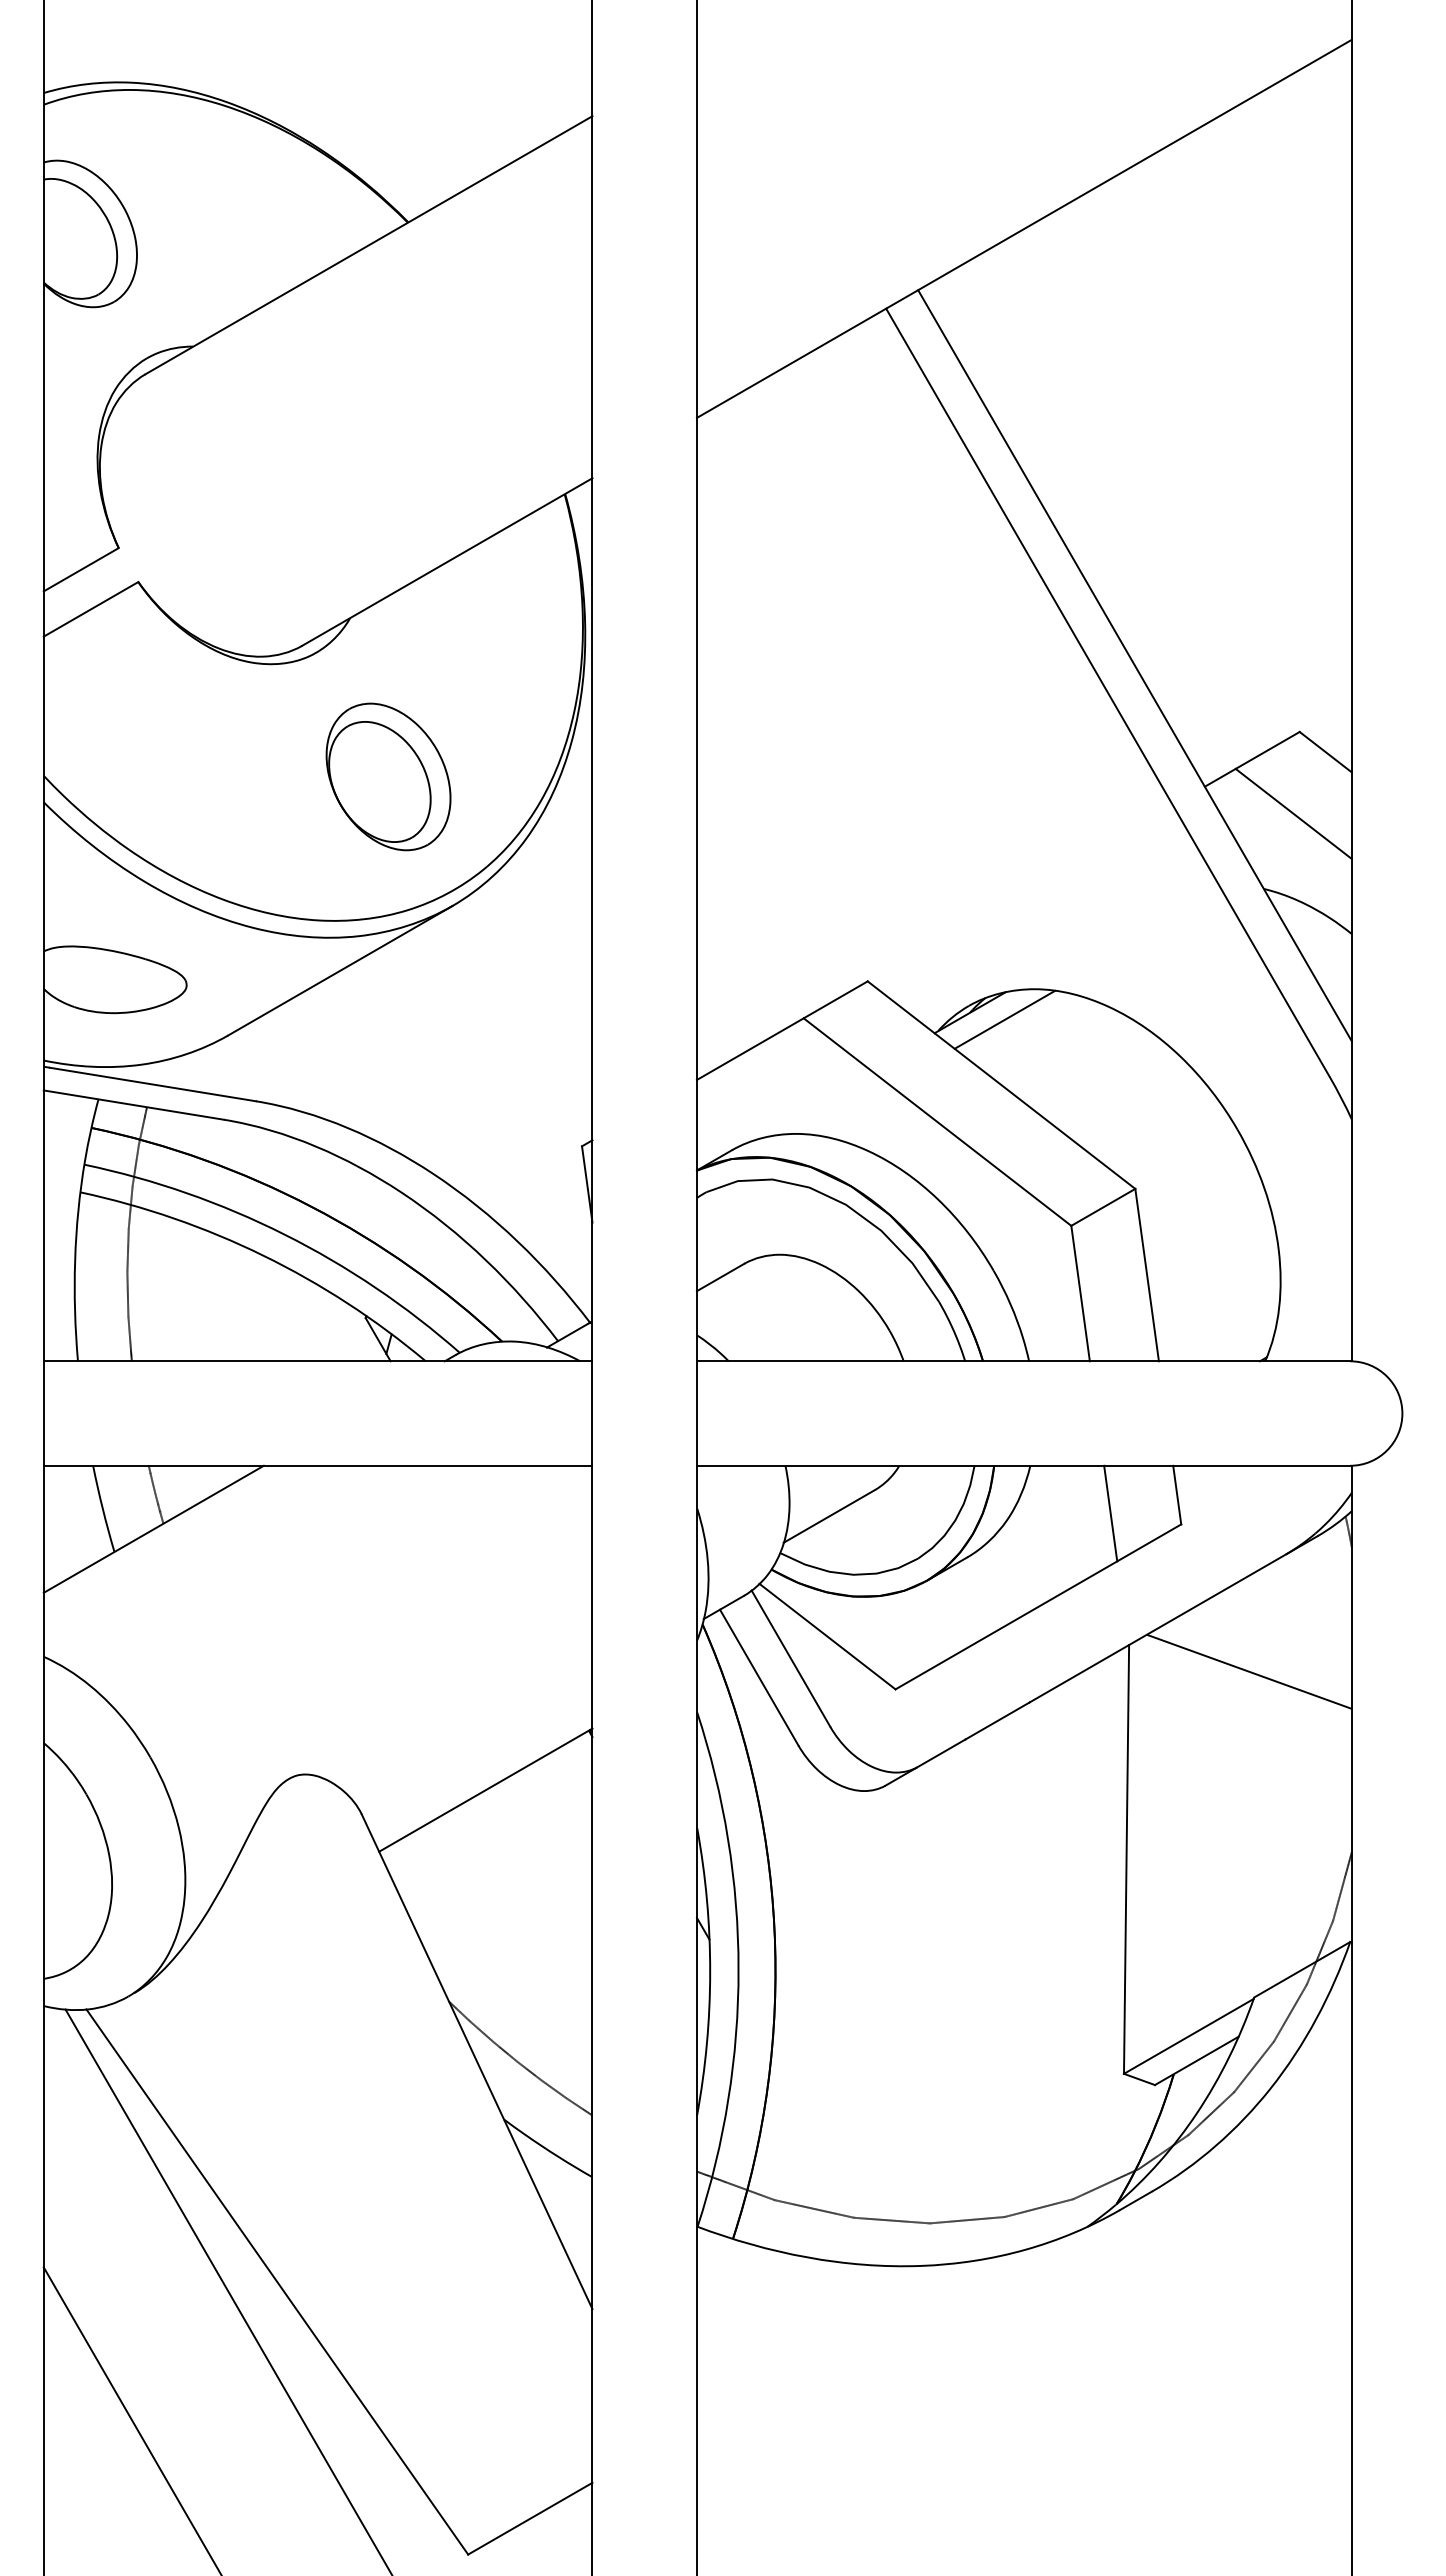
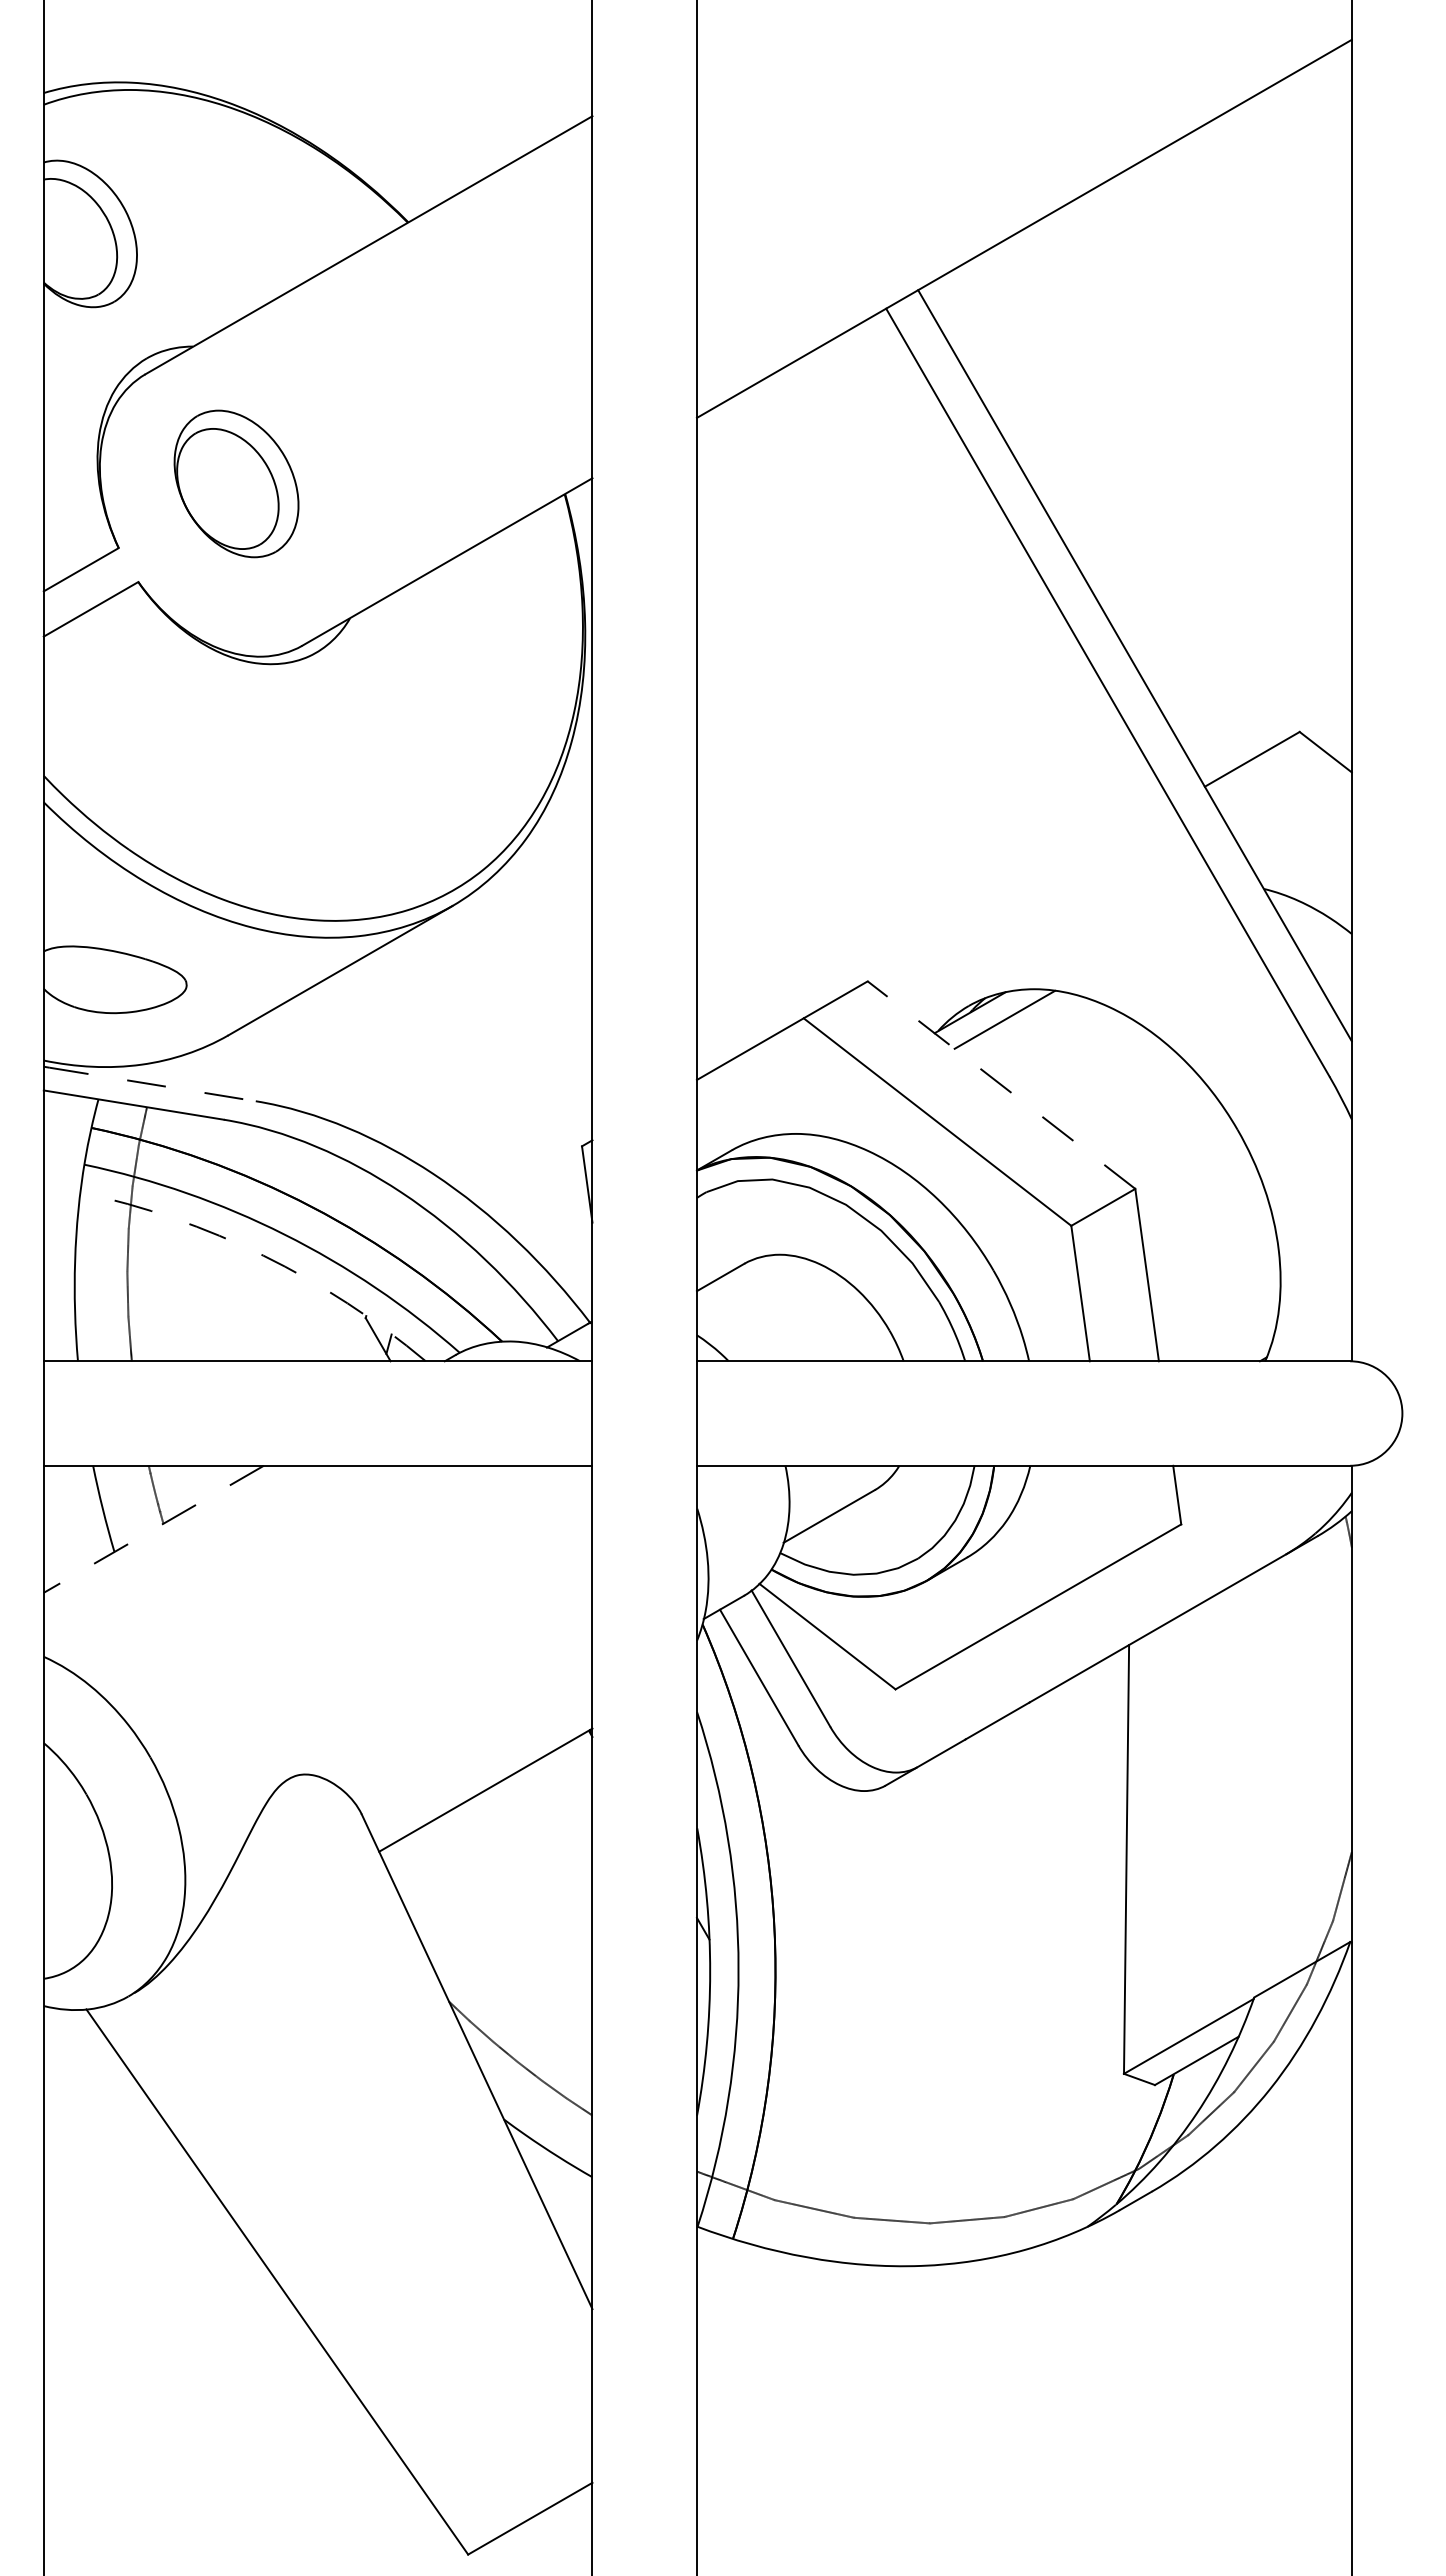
part at (388, 776) position: (388, 776) -> (236, 483)
line at (1293, 813): present -> none
line at (153, 1084): solid -> dashed
line at (1001, 1084): solid -> dashed
arc at (263, 1255): solid -> dashed
line at (1110, 1513): present -> none
line at (153, 1529): solid -> dashed
line at (1248, 1671): present -> none
line at (227, 2290): present -> none
line at (131, 2419): present -> none
